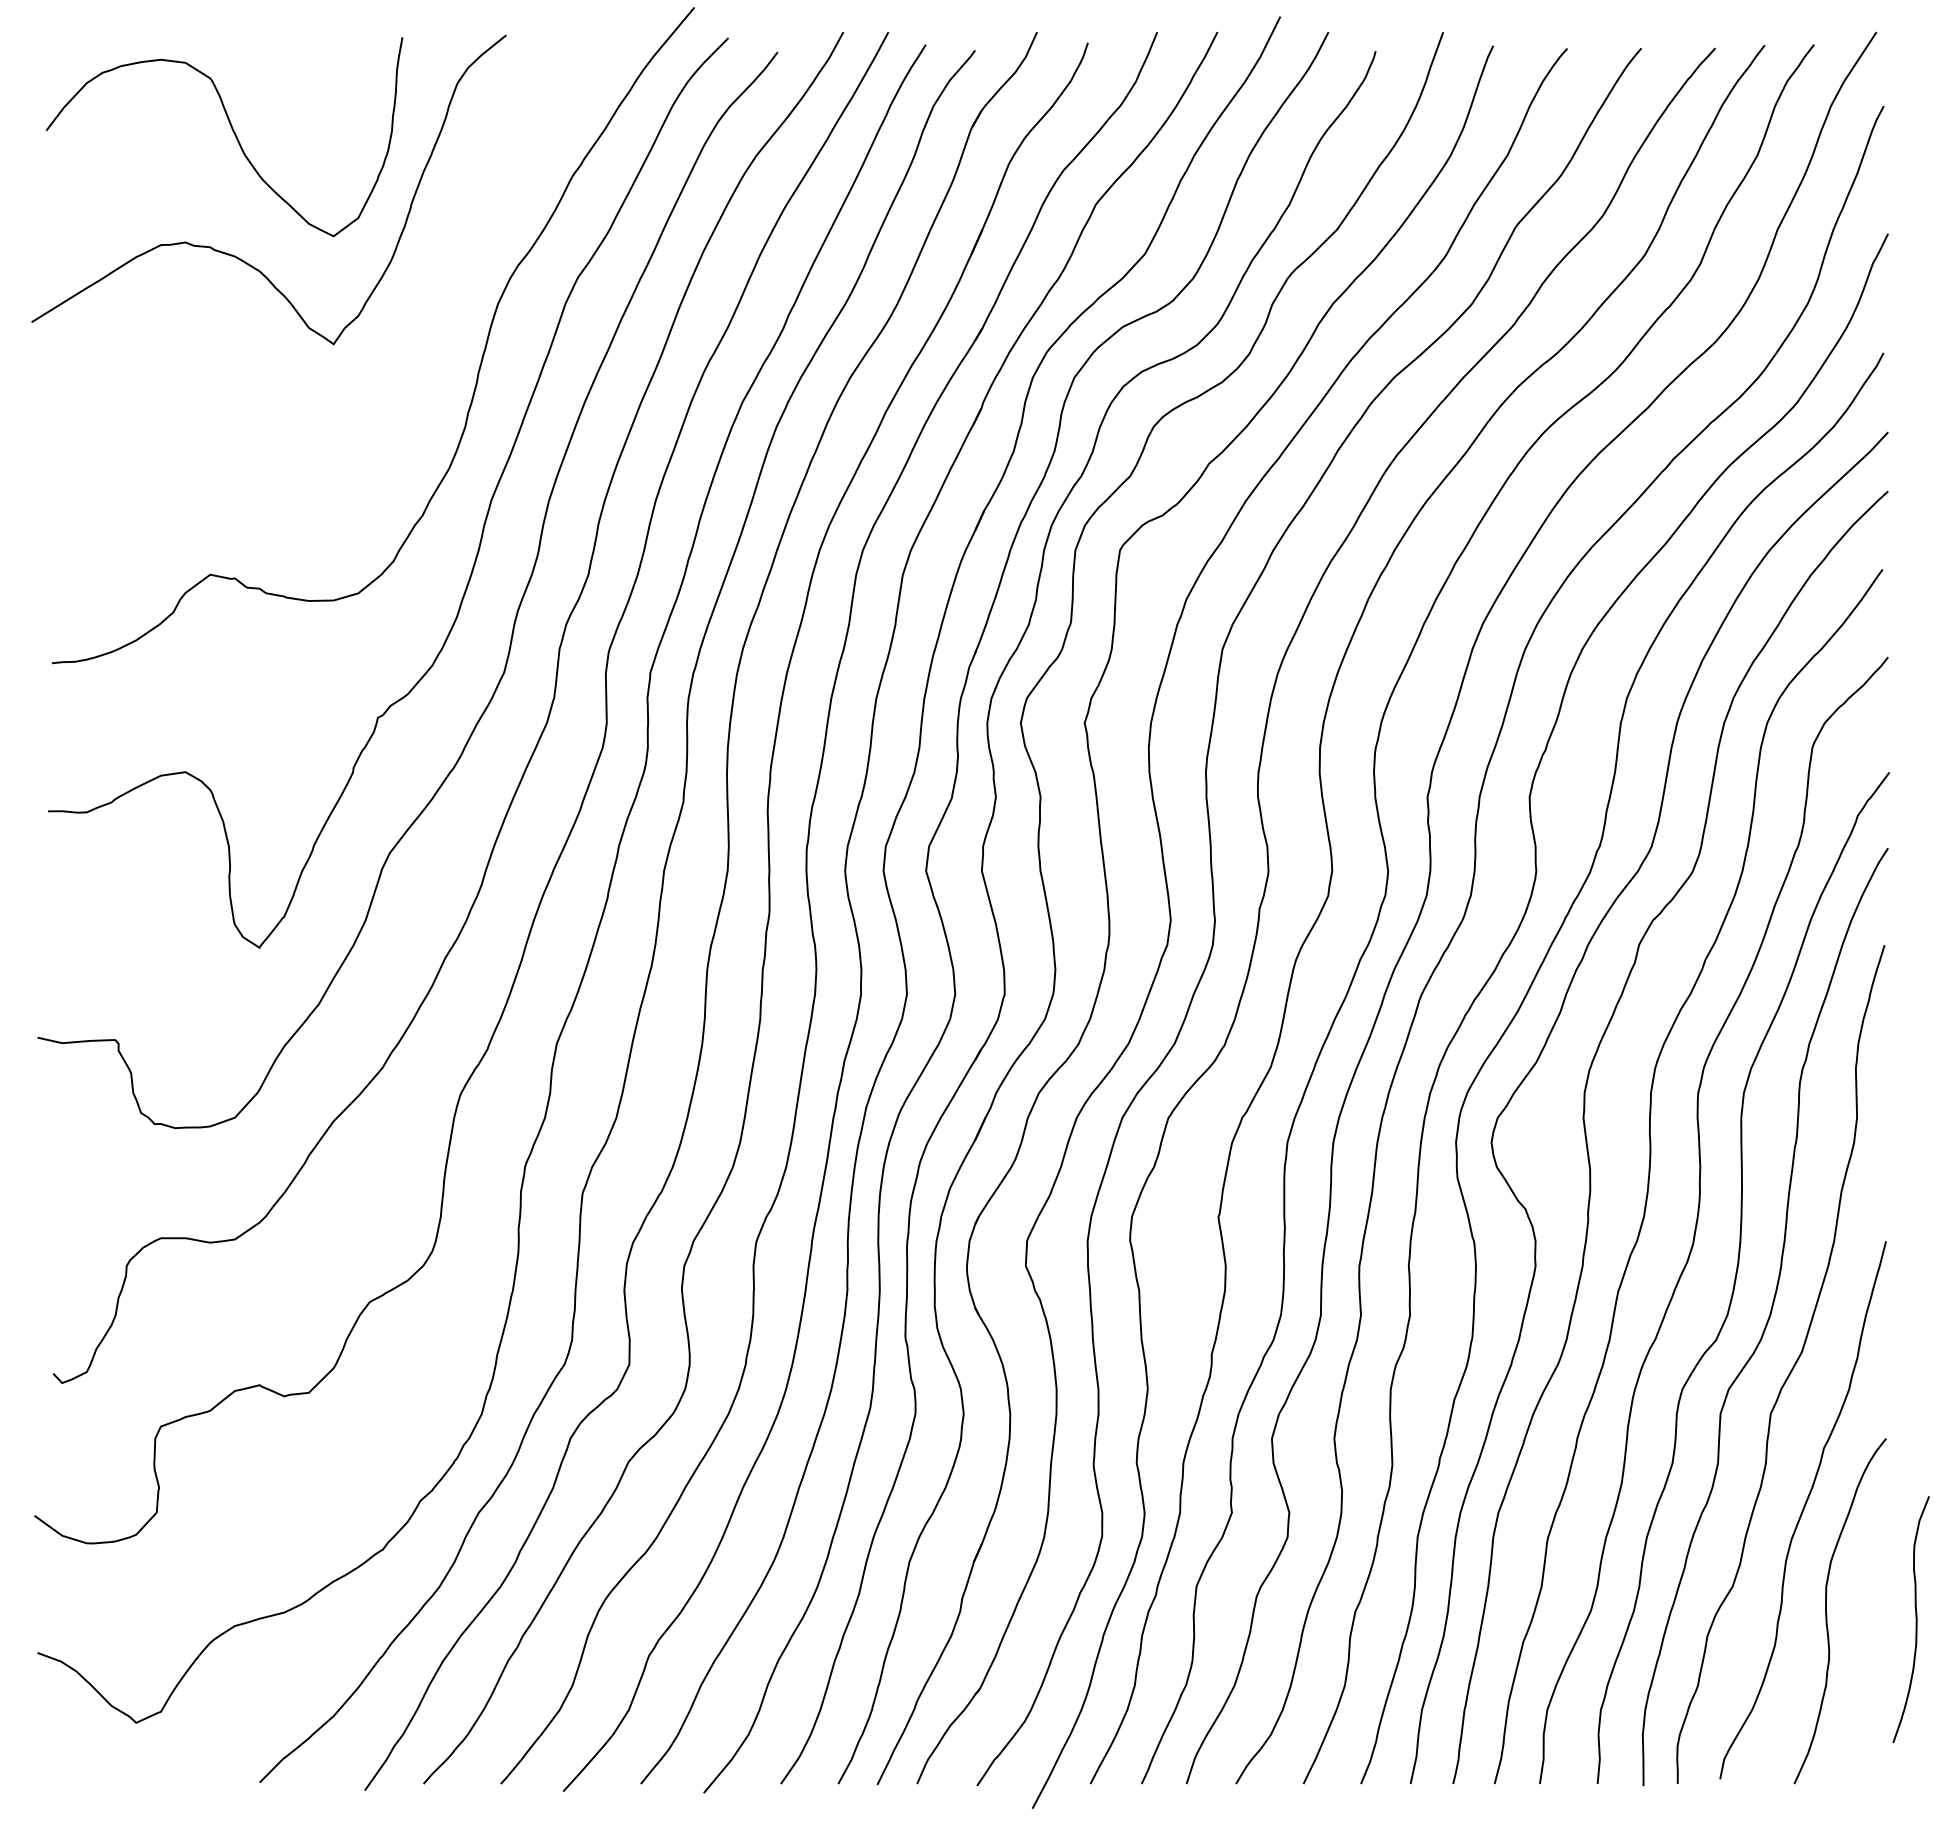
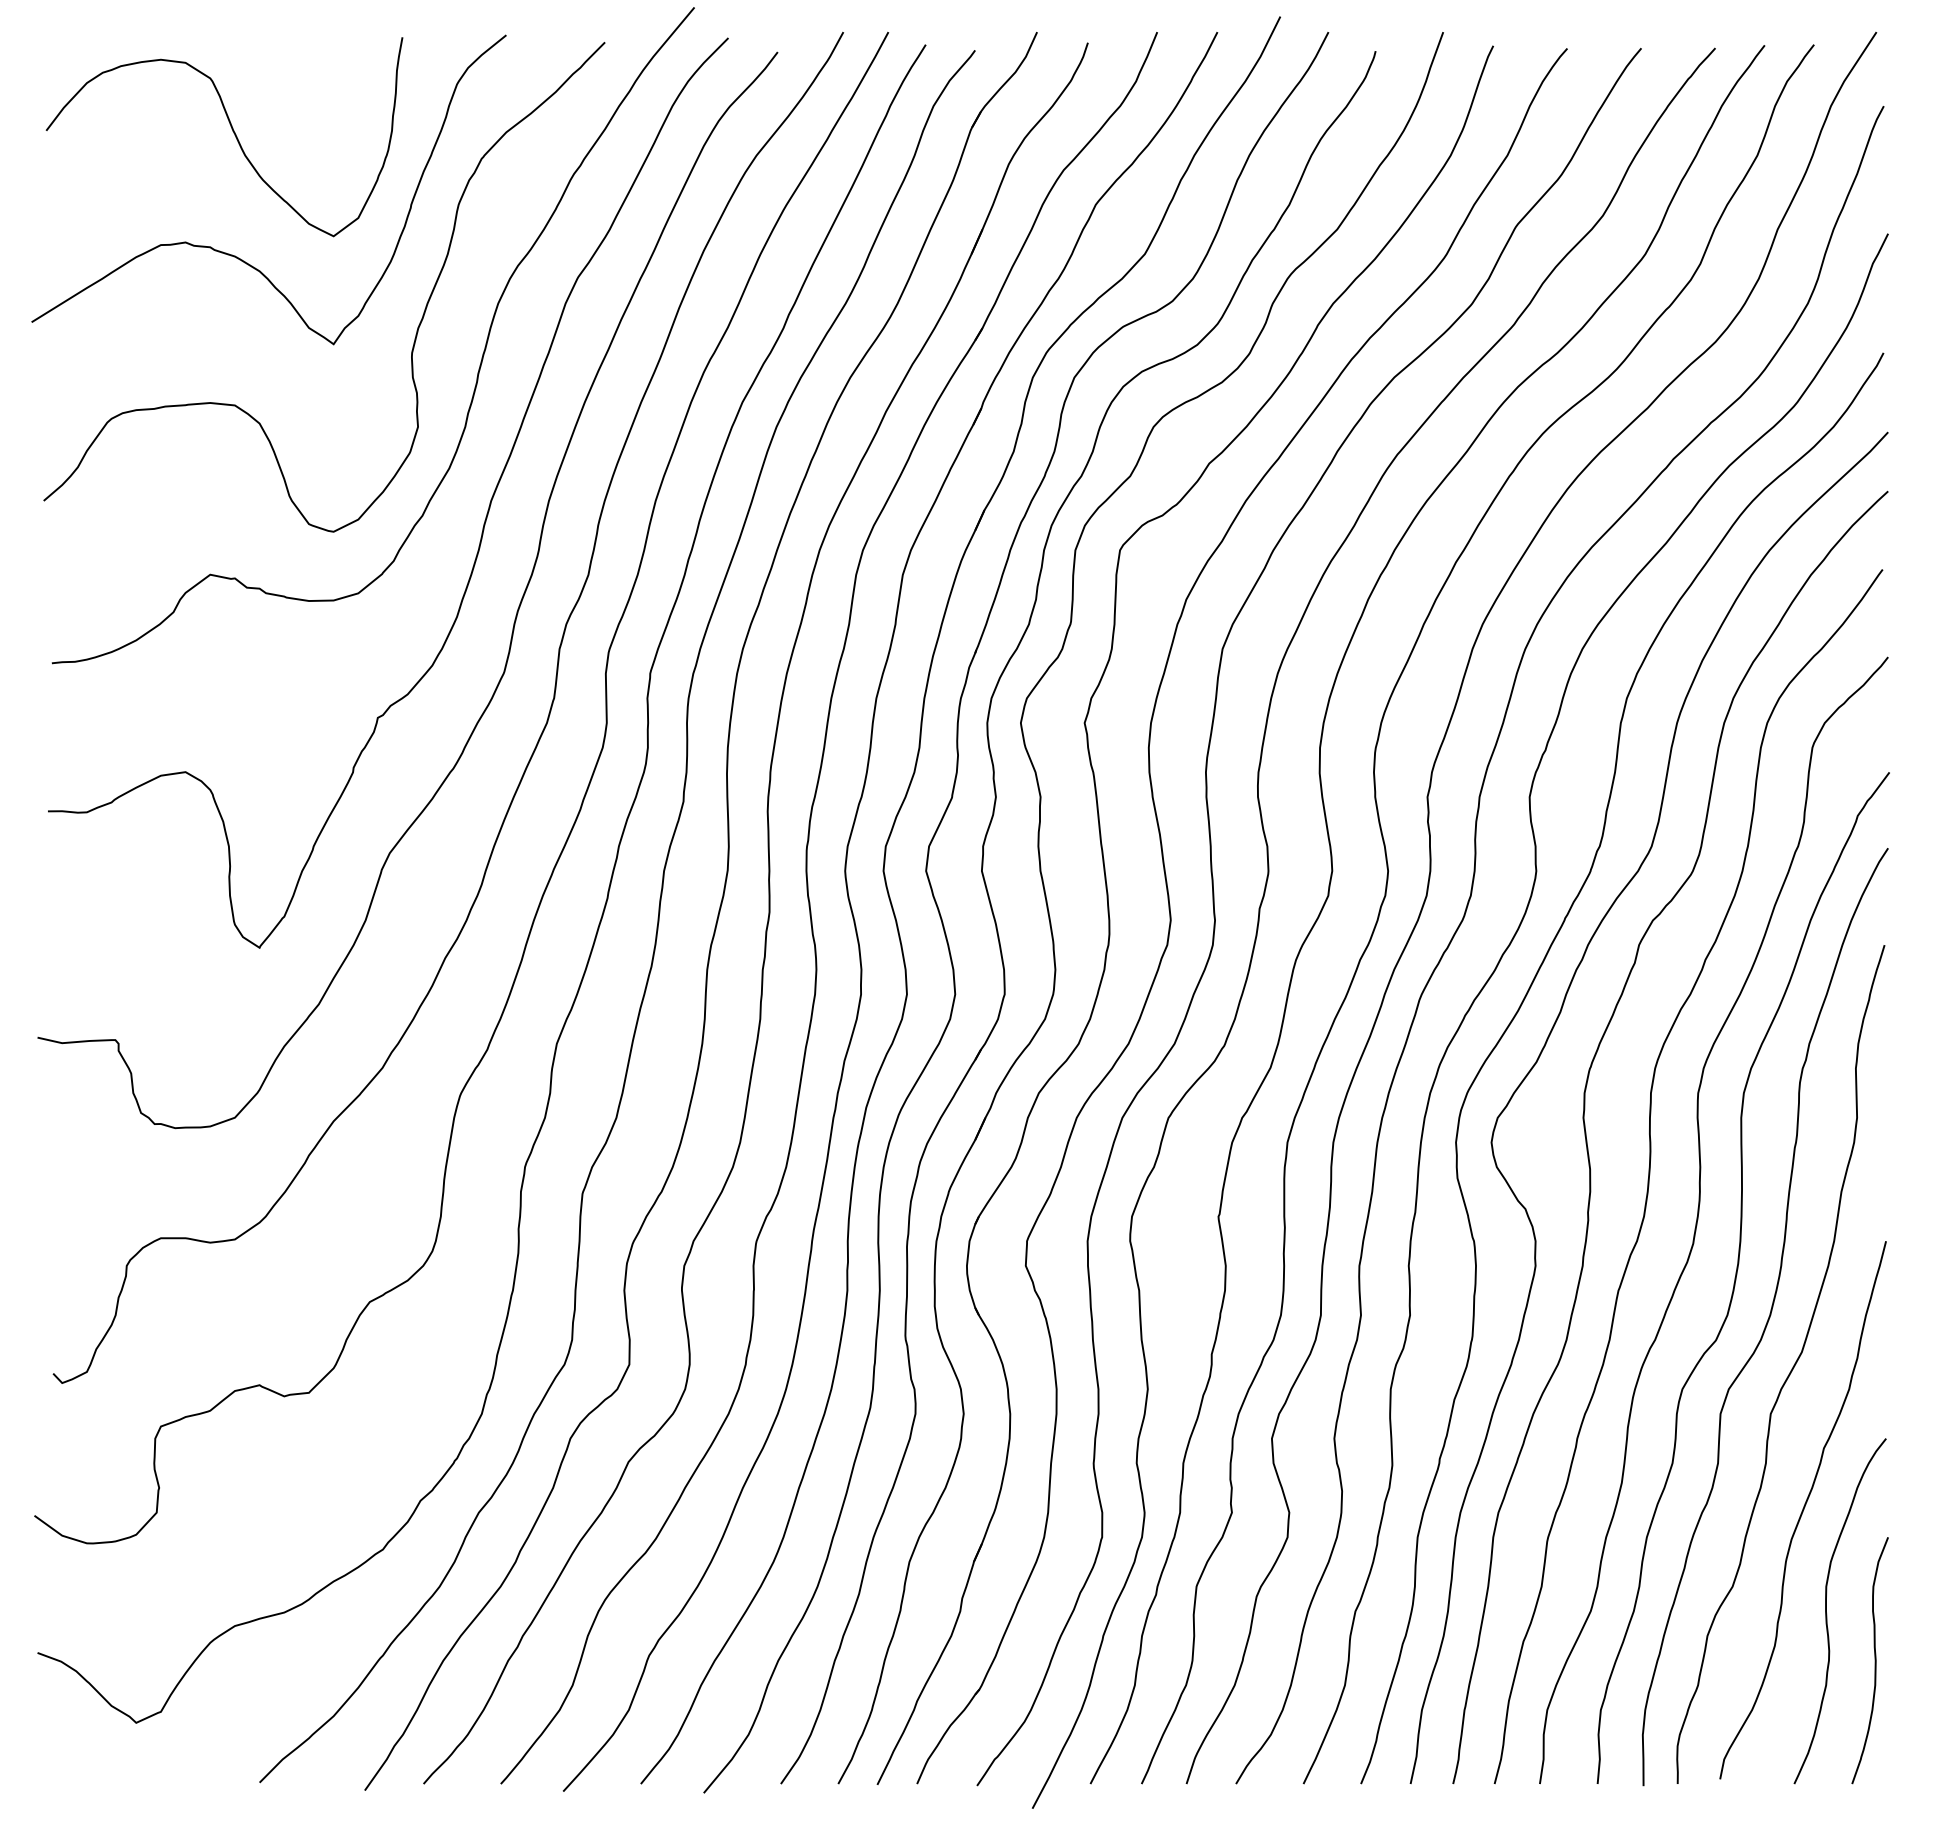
curve at (417, 327): none -> present
curve at (1915, 1619) position: (1915, 1619) -> (1874, 1660)
